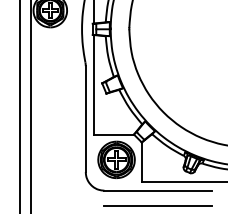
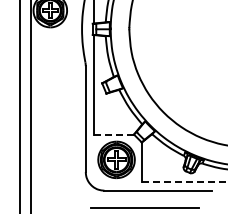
line at (114, 134): solid -> dashed
line at (184, 182): solid -> dashed
line at (157, 205) position: (157, 205) -> (144, 207)
